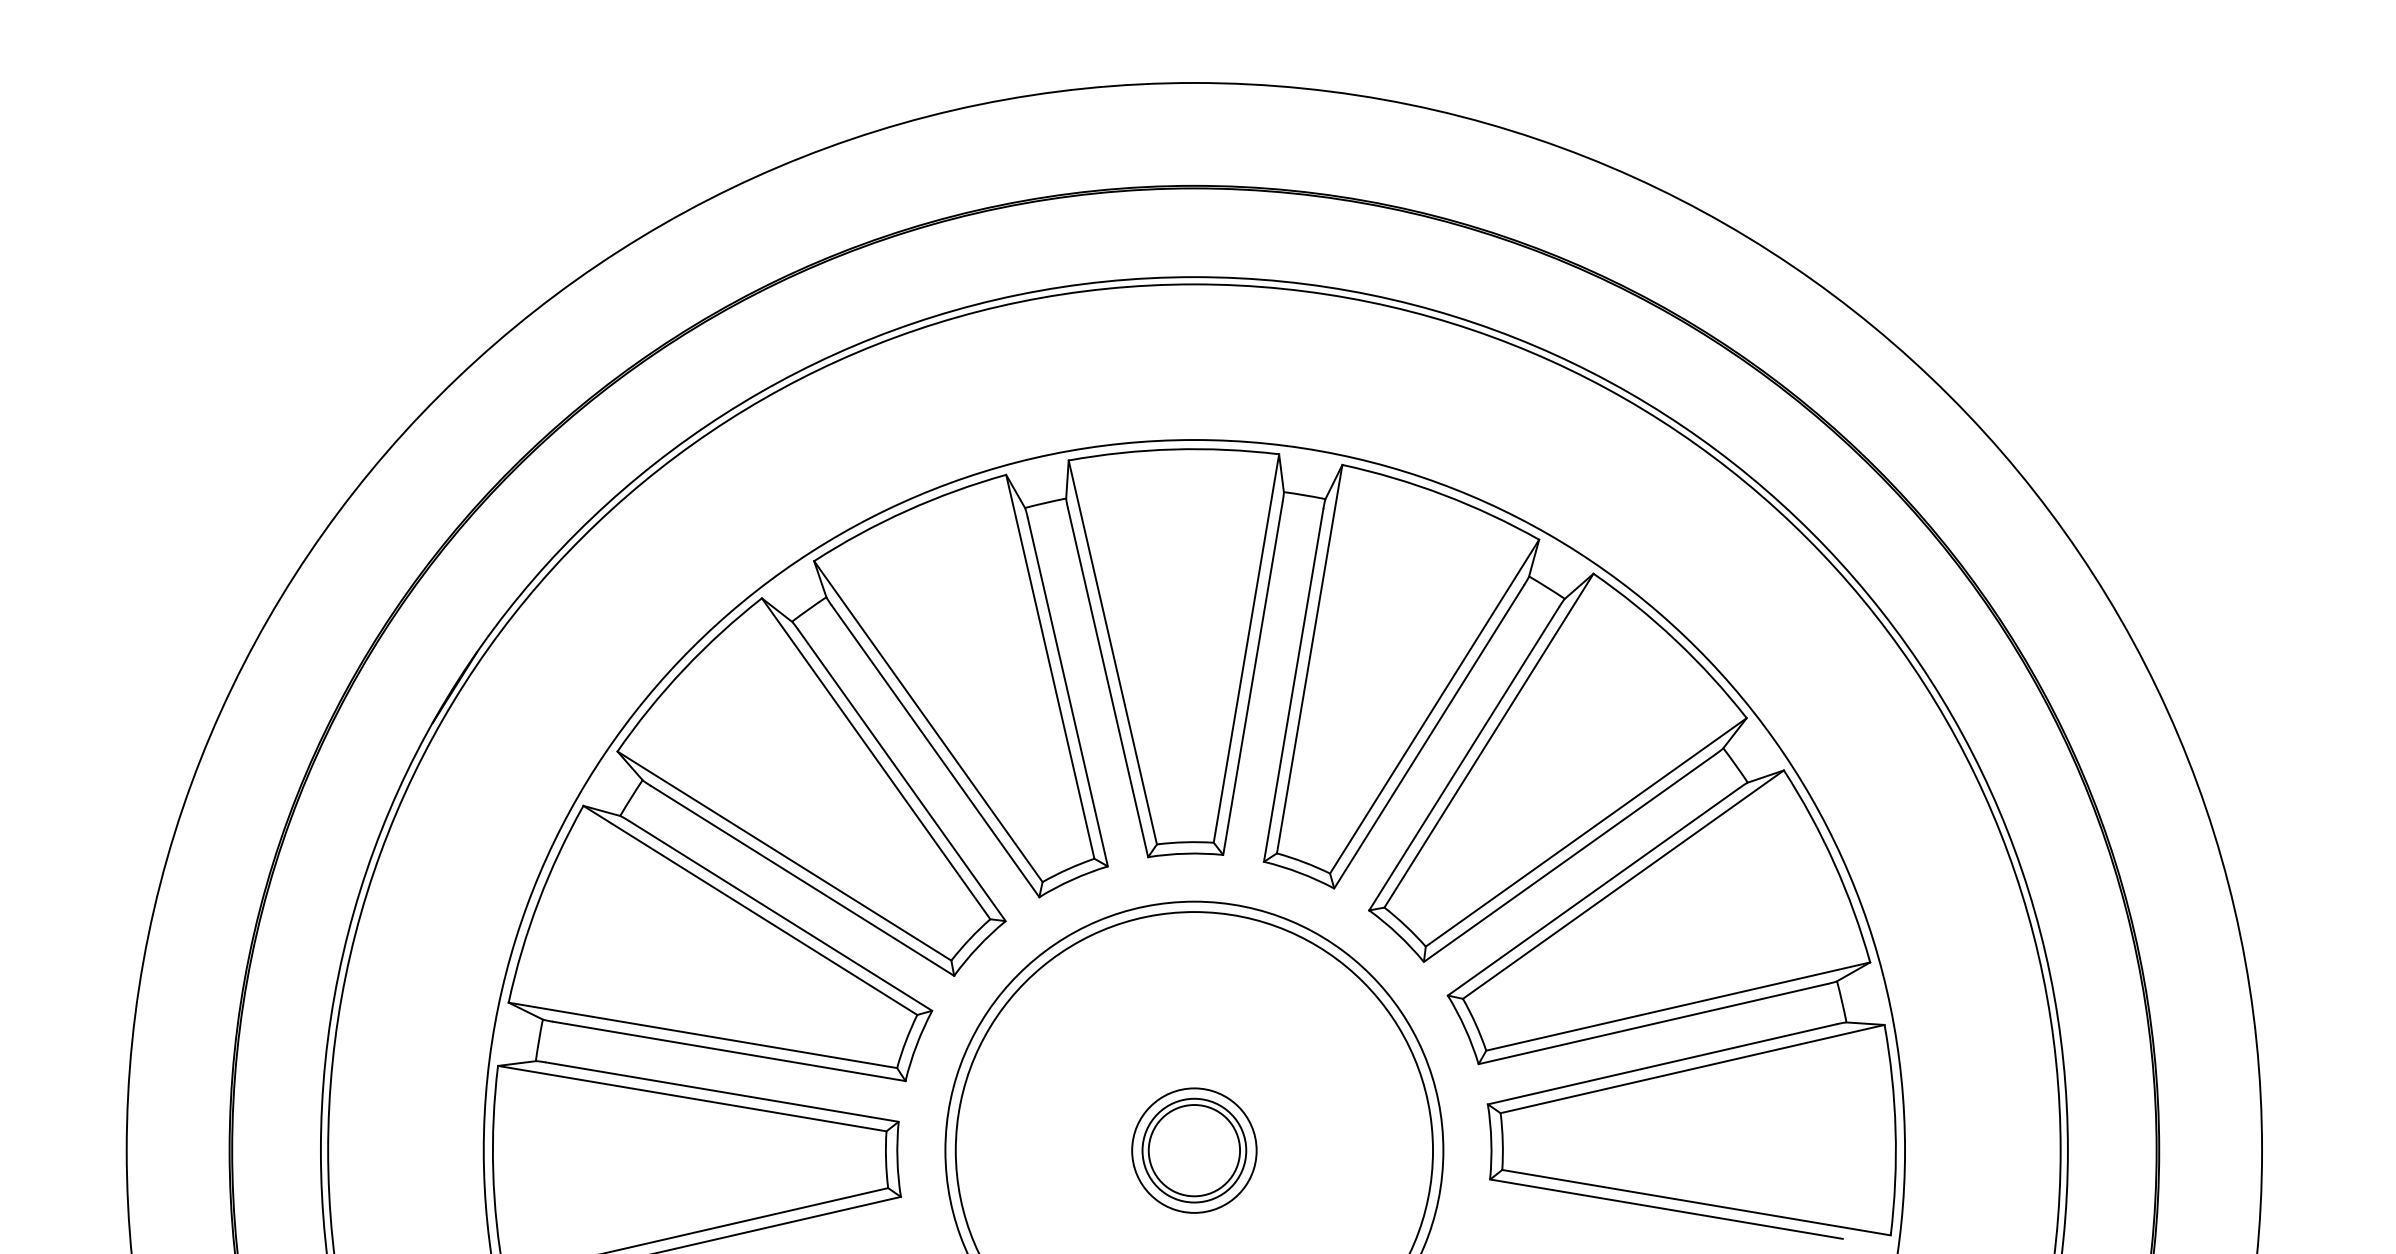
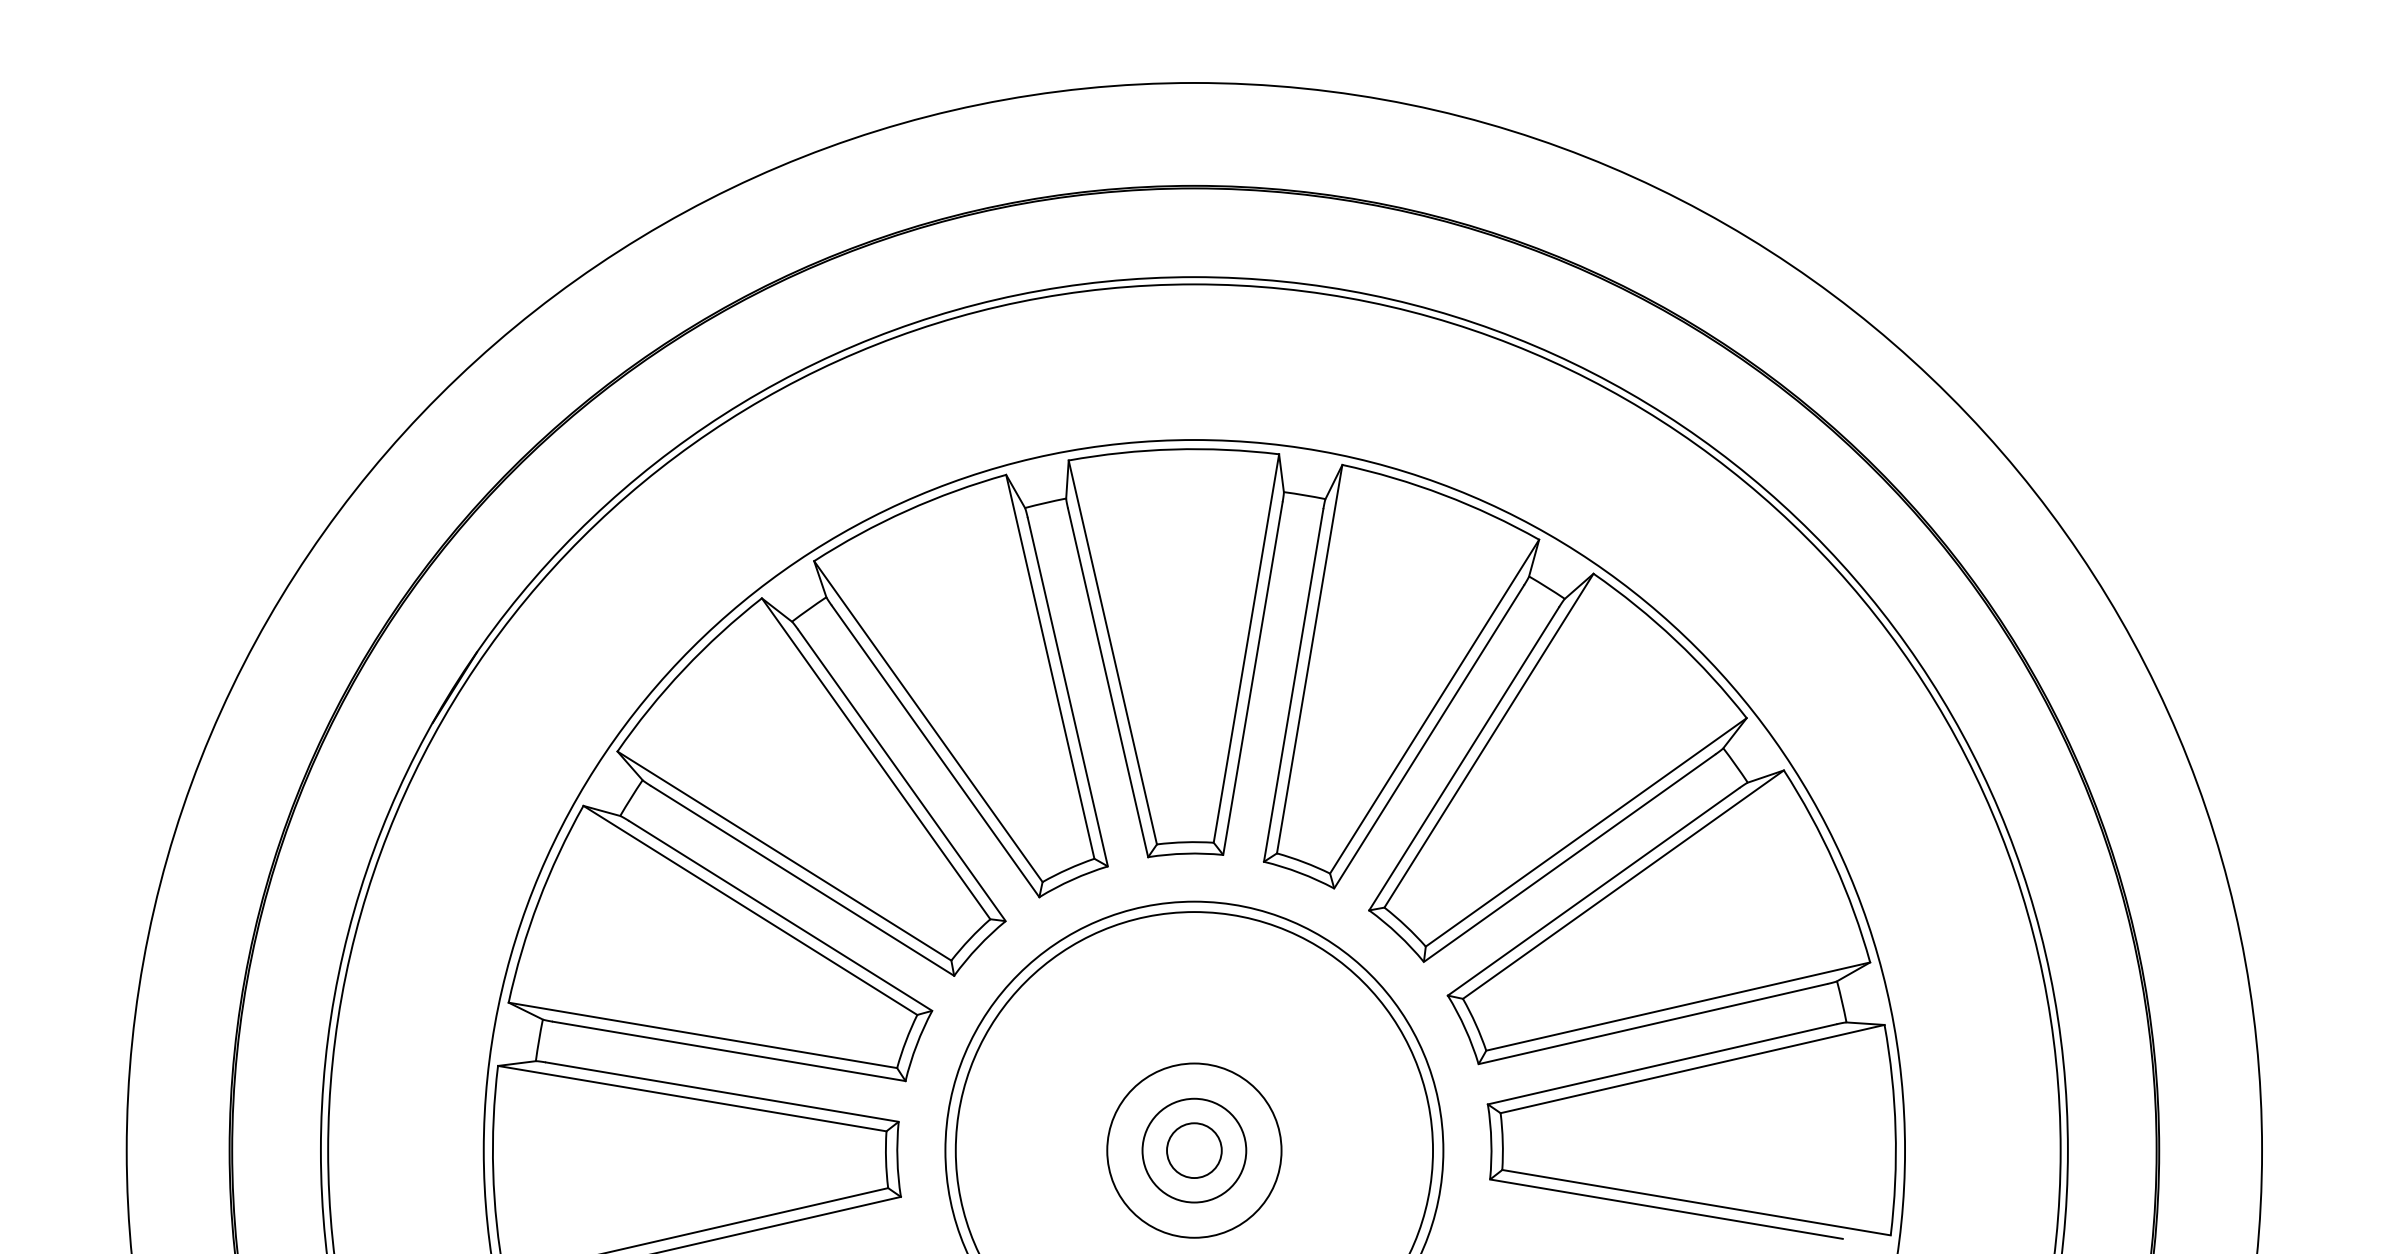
circle at (1194, 1150) diameter: 124 px -> 174 px
circle at (1194, 1150) diameter: 91 px -> 55 px
